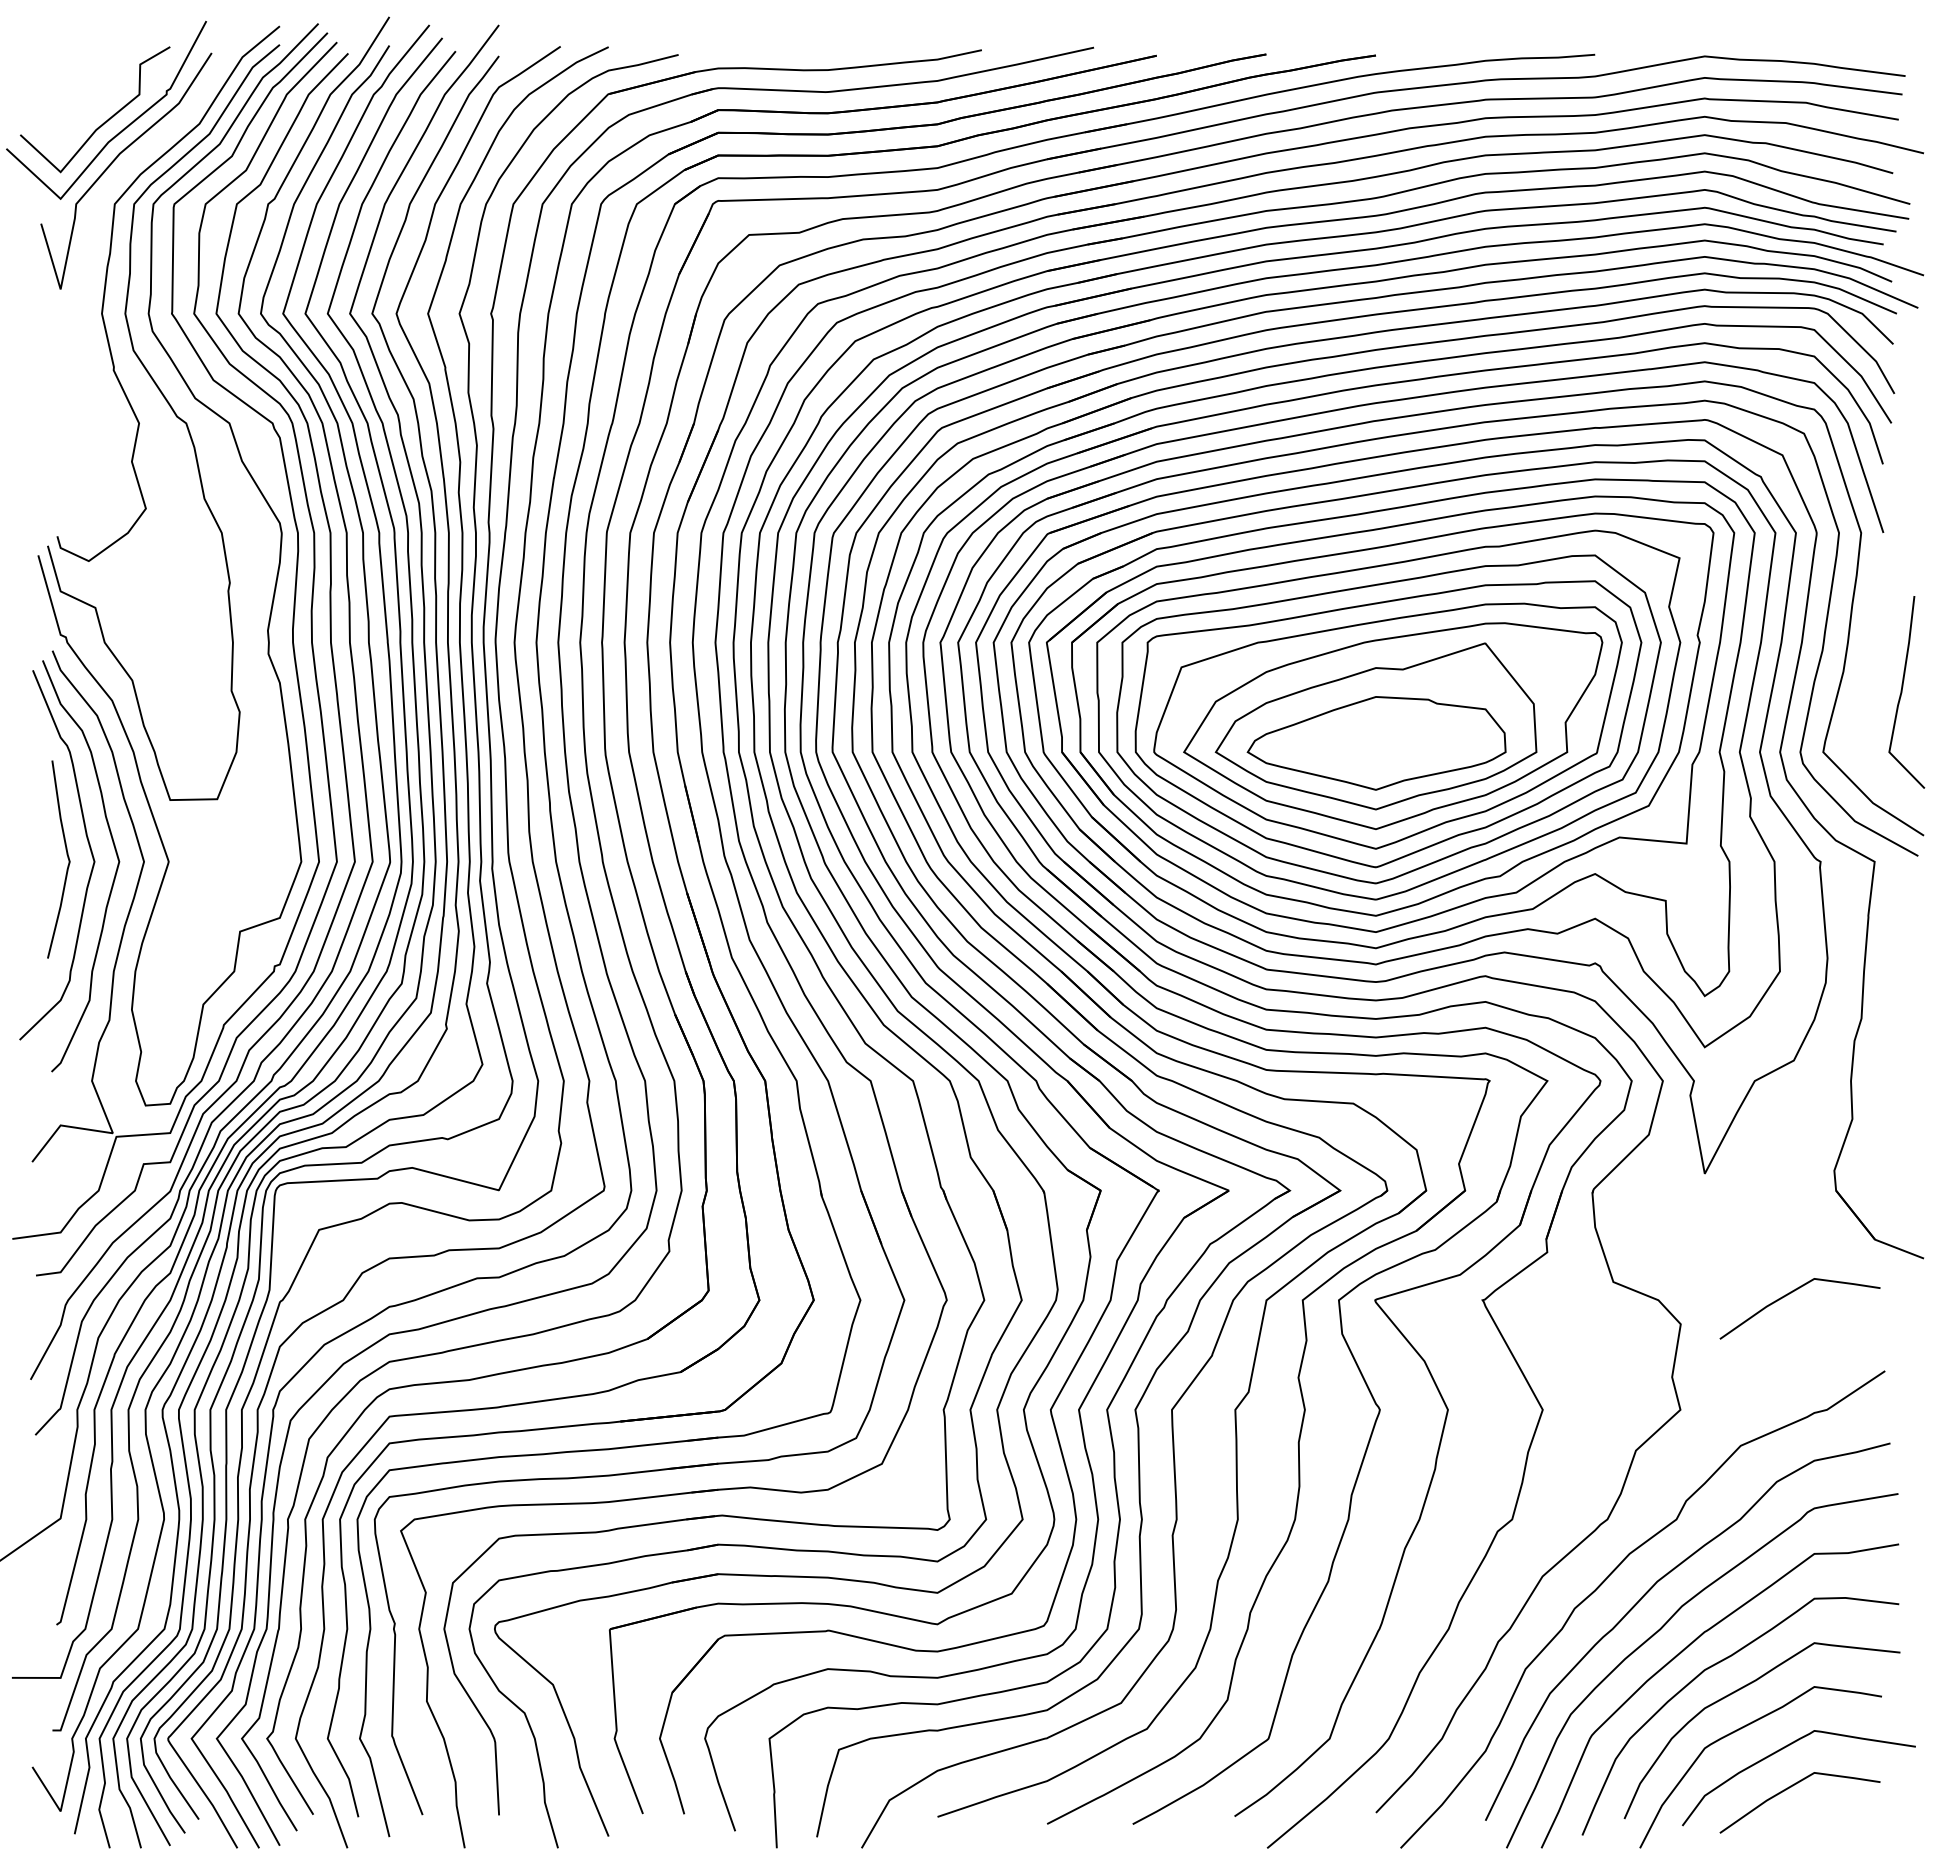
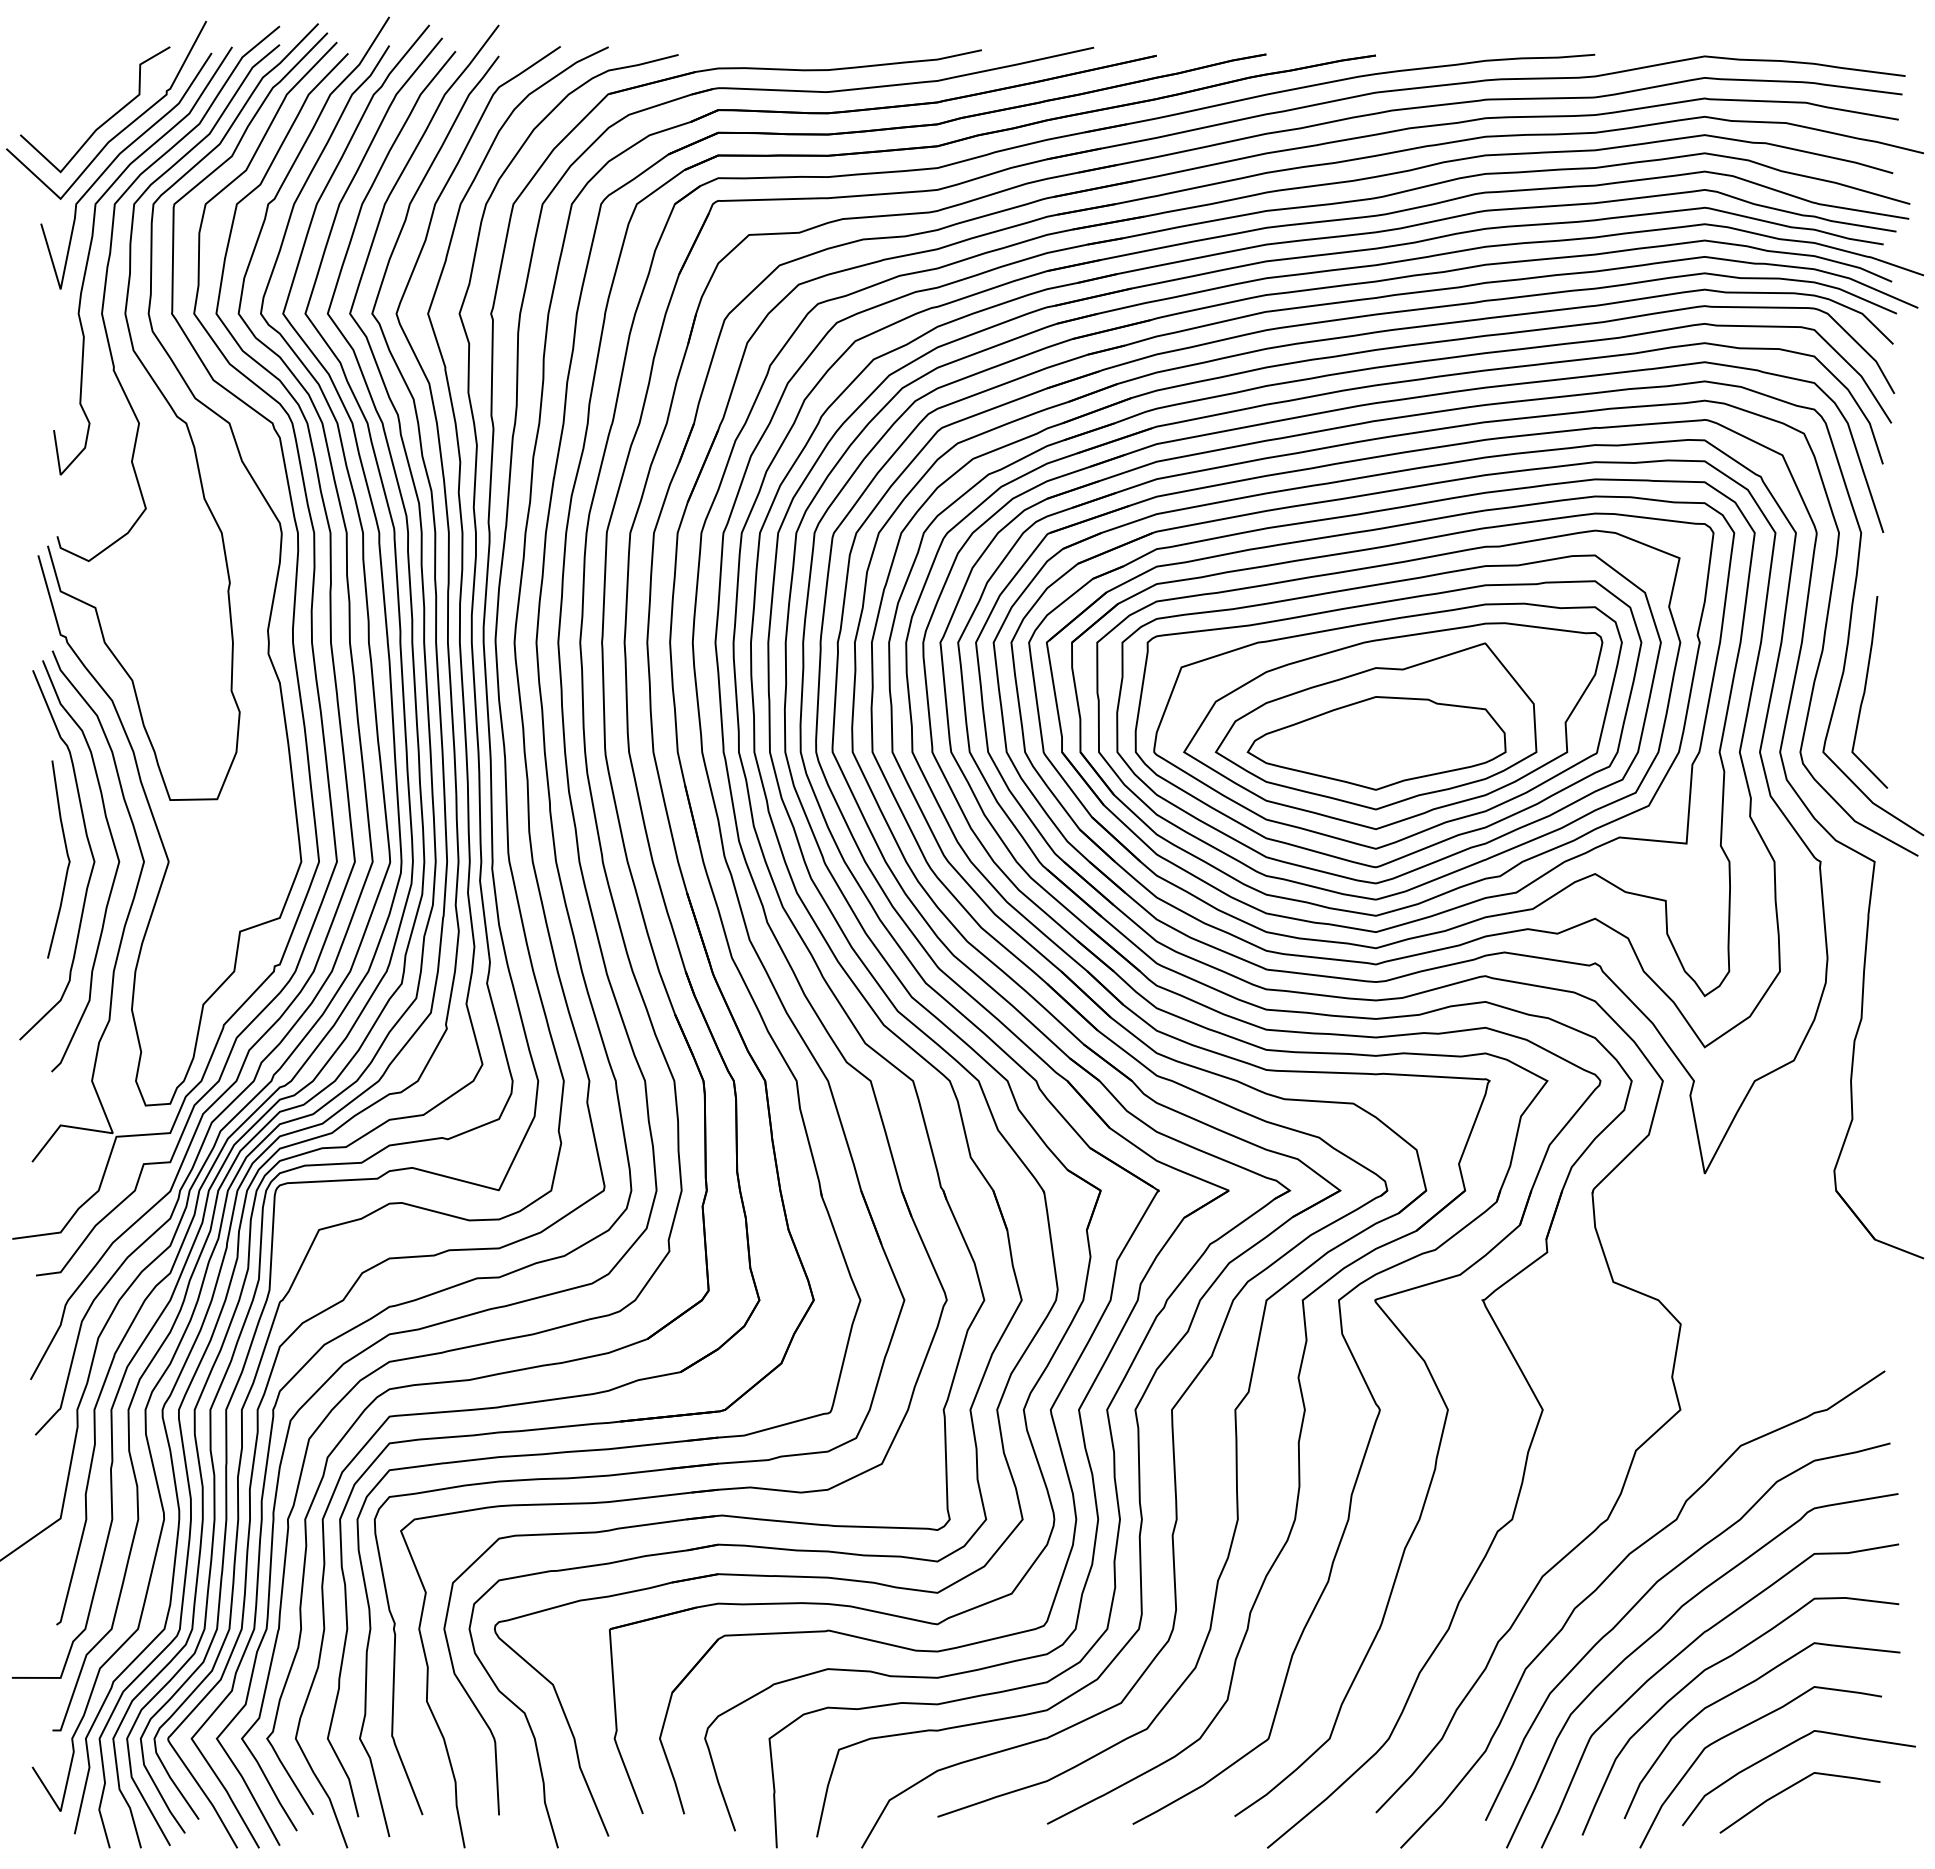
curve at (90, 252): none -> present
curve at (1902, 692) position: (1902, 692) -> (1865, 692)
line at (1791, 1293): present -> none
